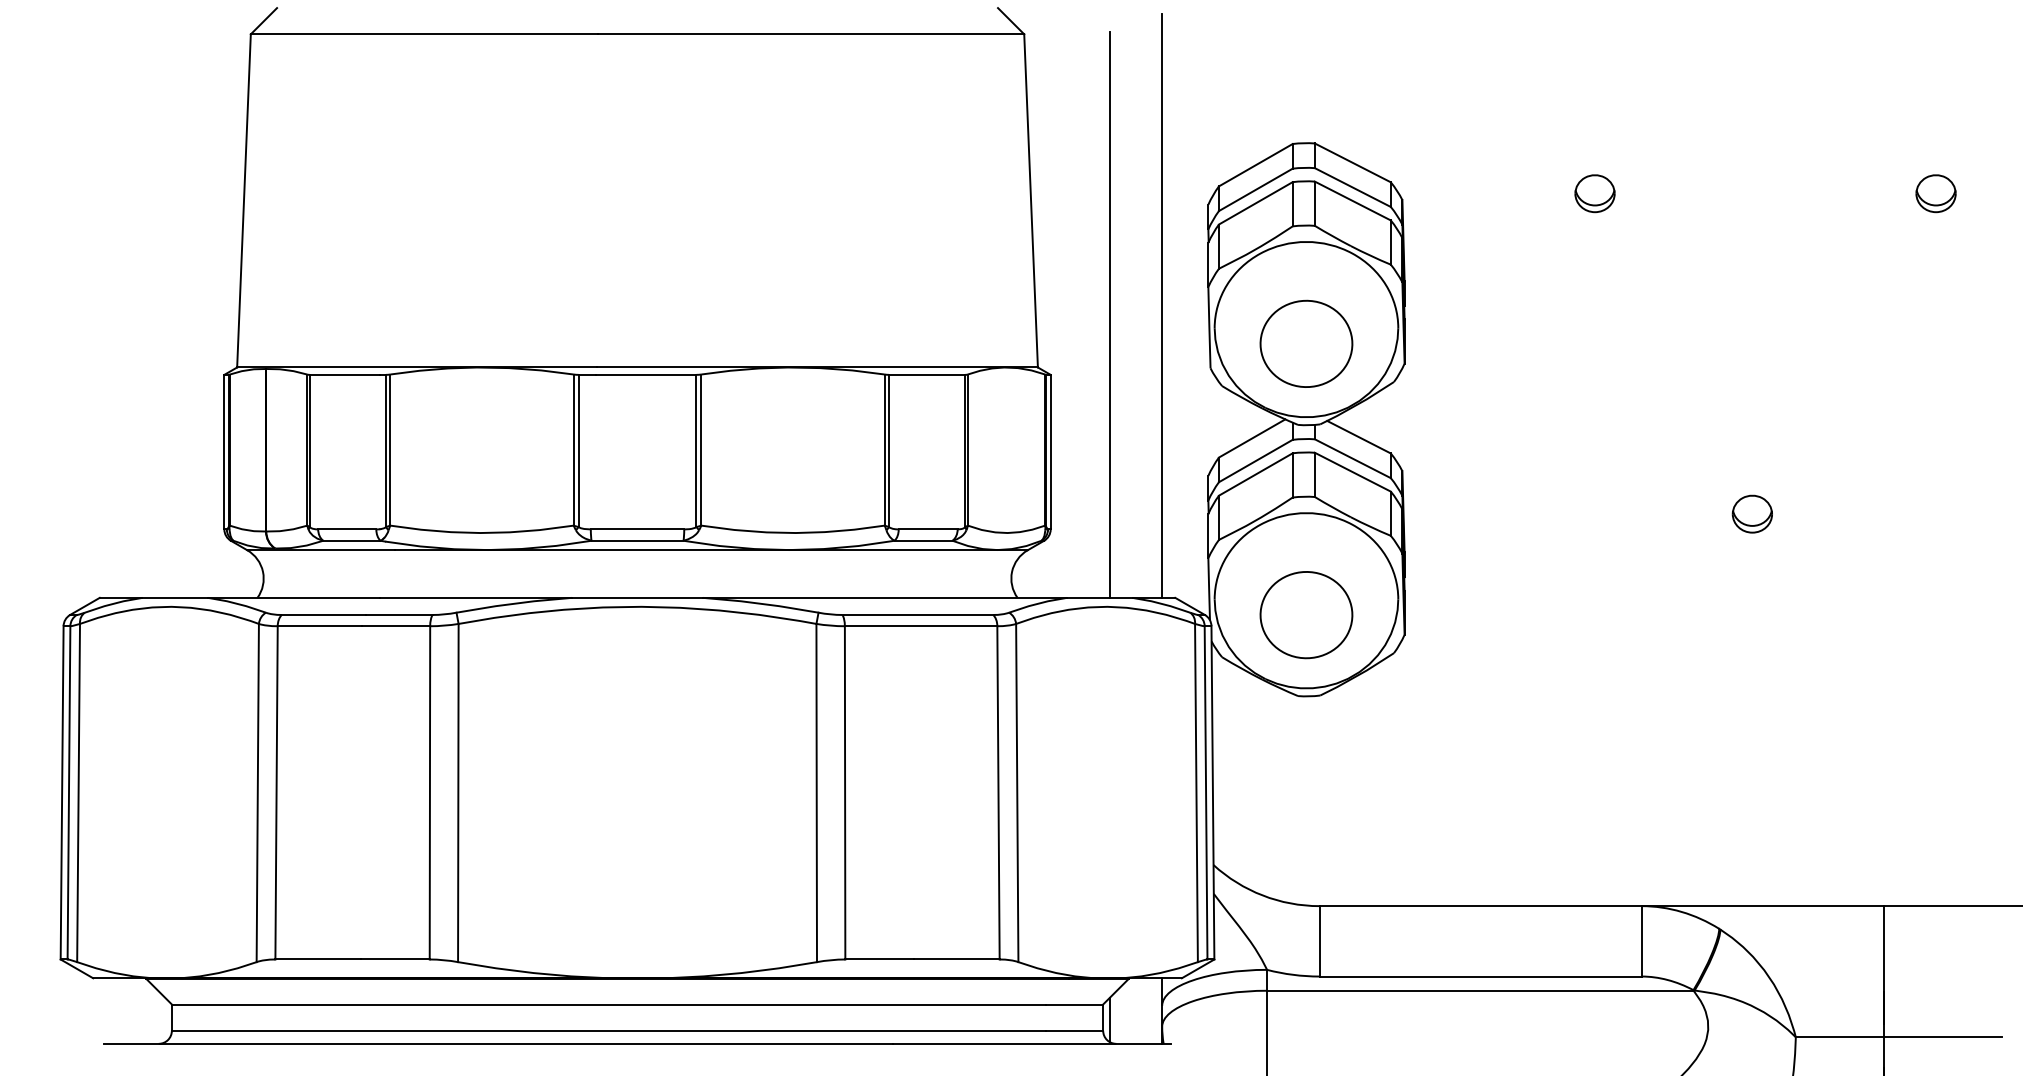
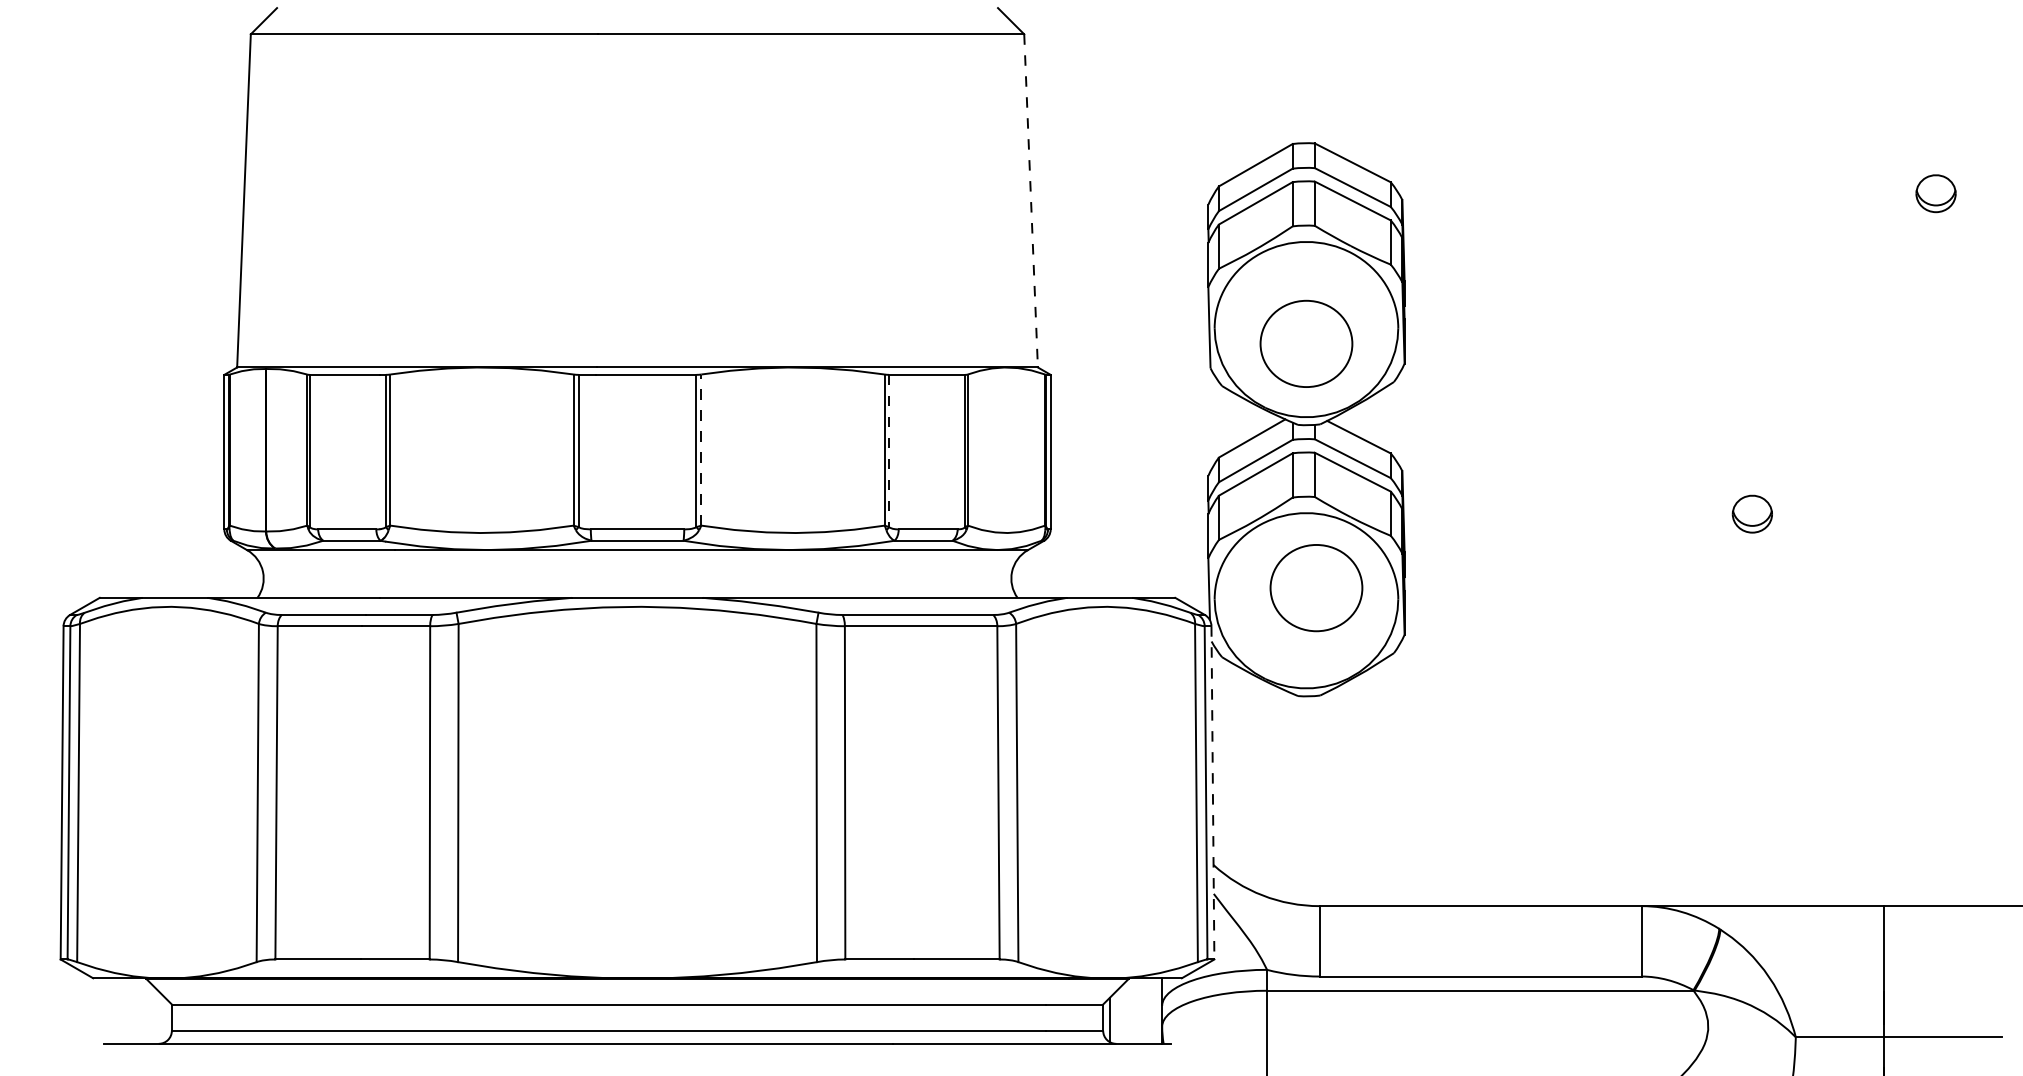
part at (1594, 193): present -> none
line at (1031, 200): solid -> dashed
line at (1162, 305): present -> none
line at (1109, 314): present -> none
line at (701, 450): solid -> dashed
line at (889, 451): solid -> dashed
part at (1306, 615) position: (1306, 615) -> (1316, 588)
line at (1212, 792): solid -> dashed
